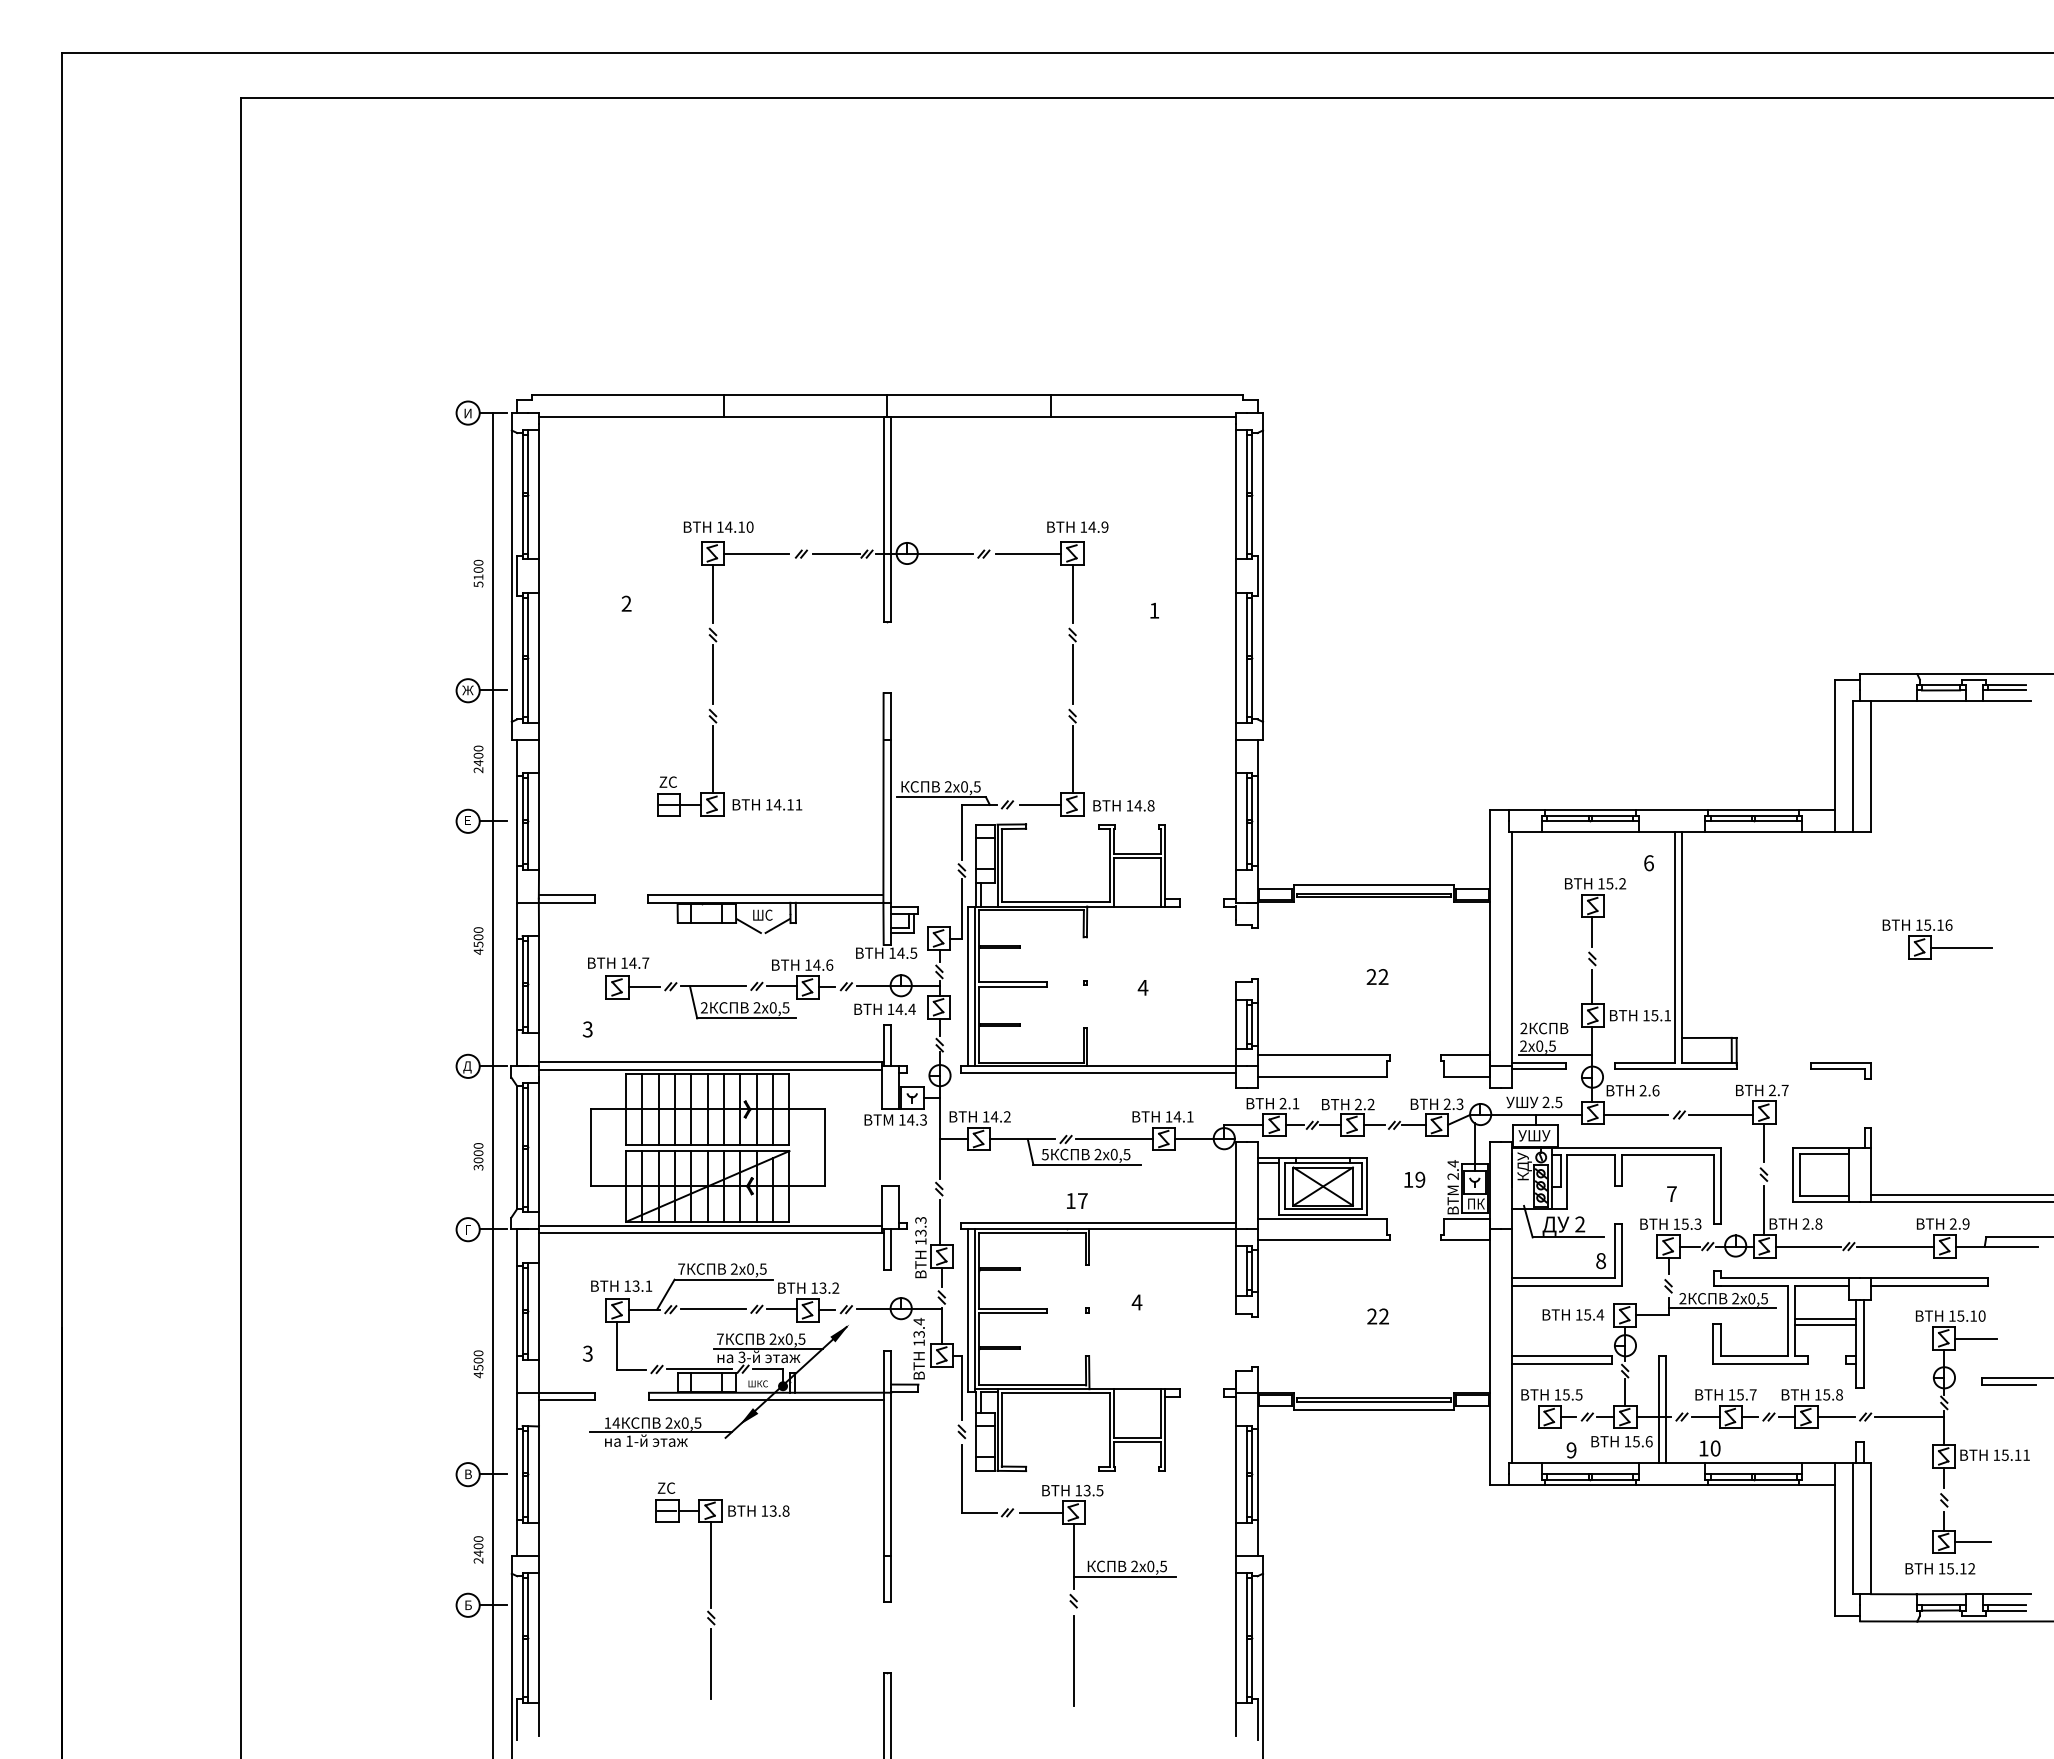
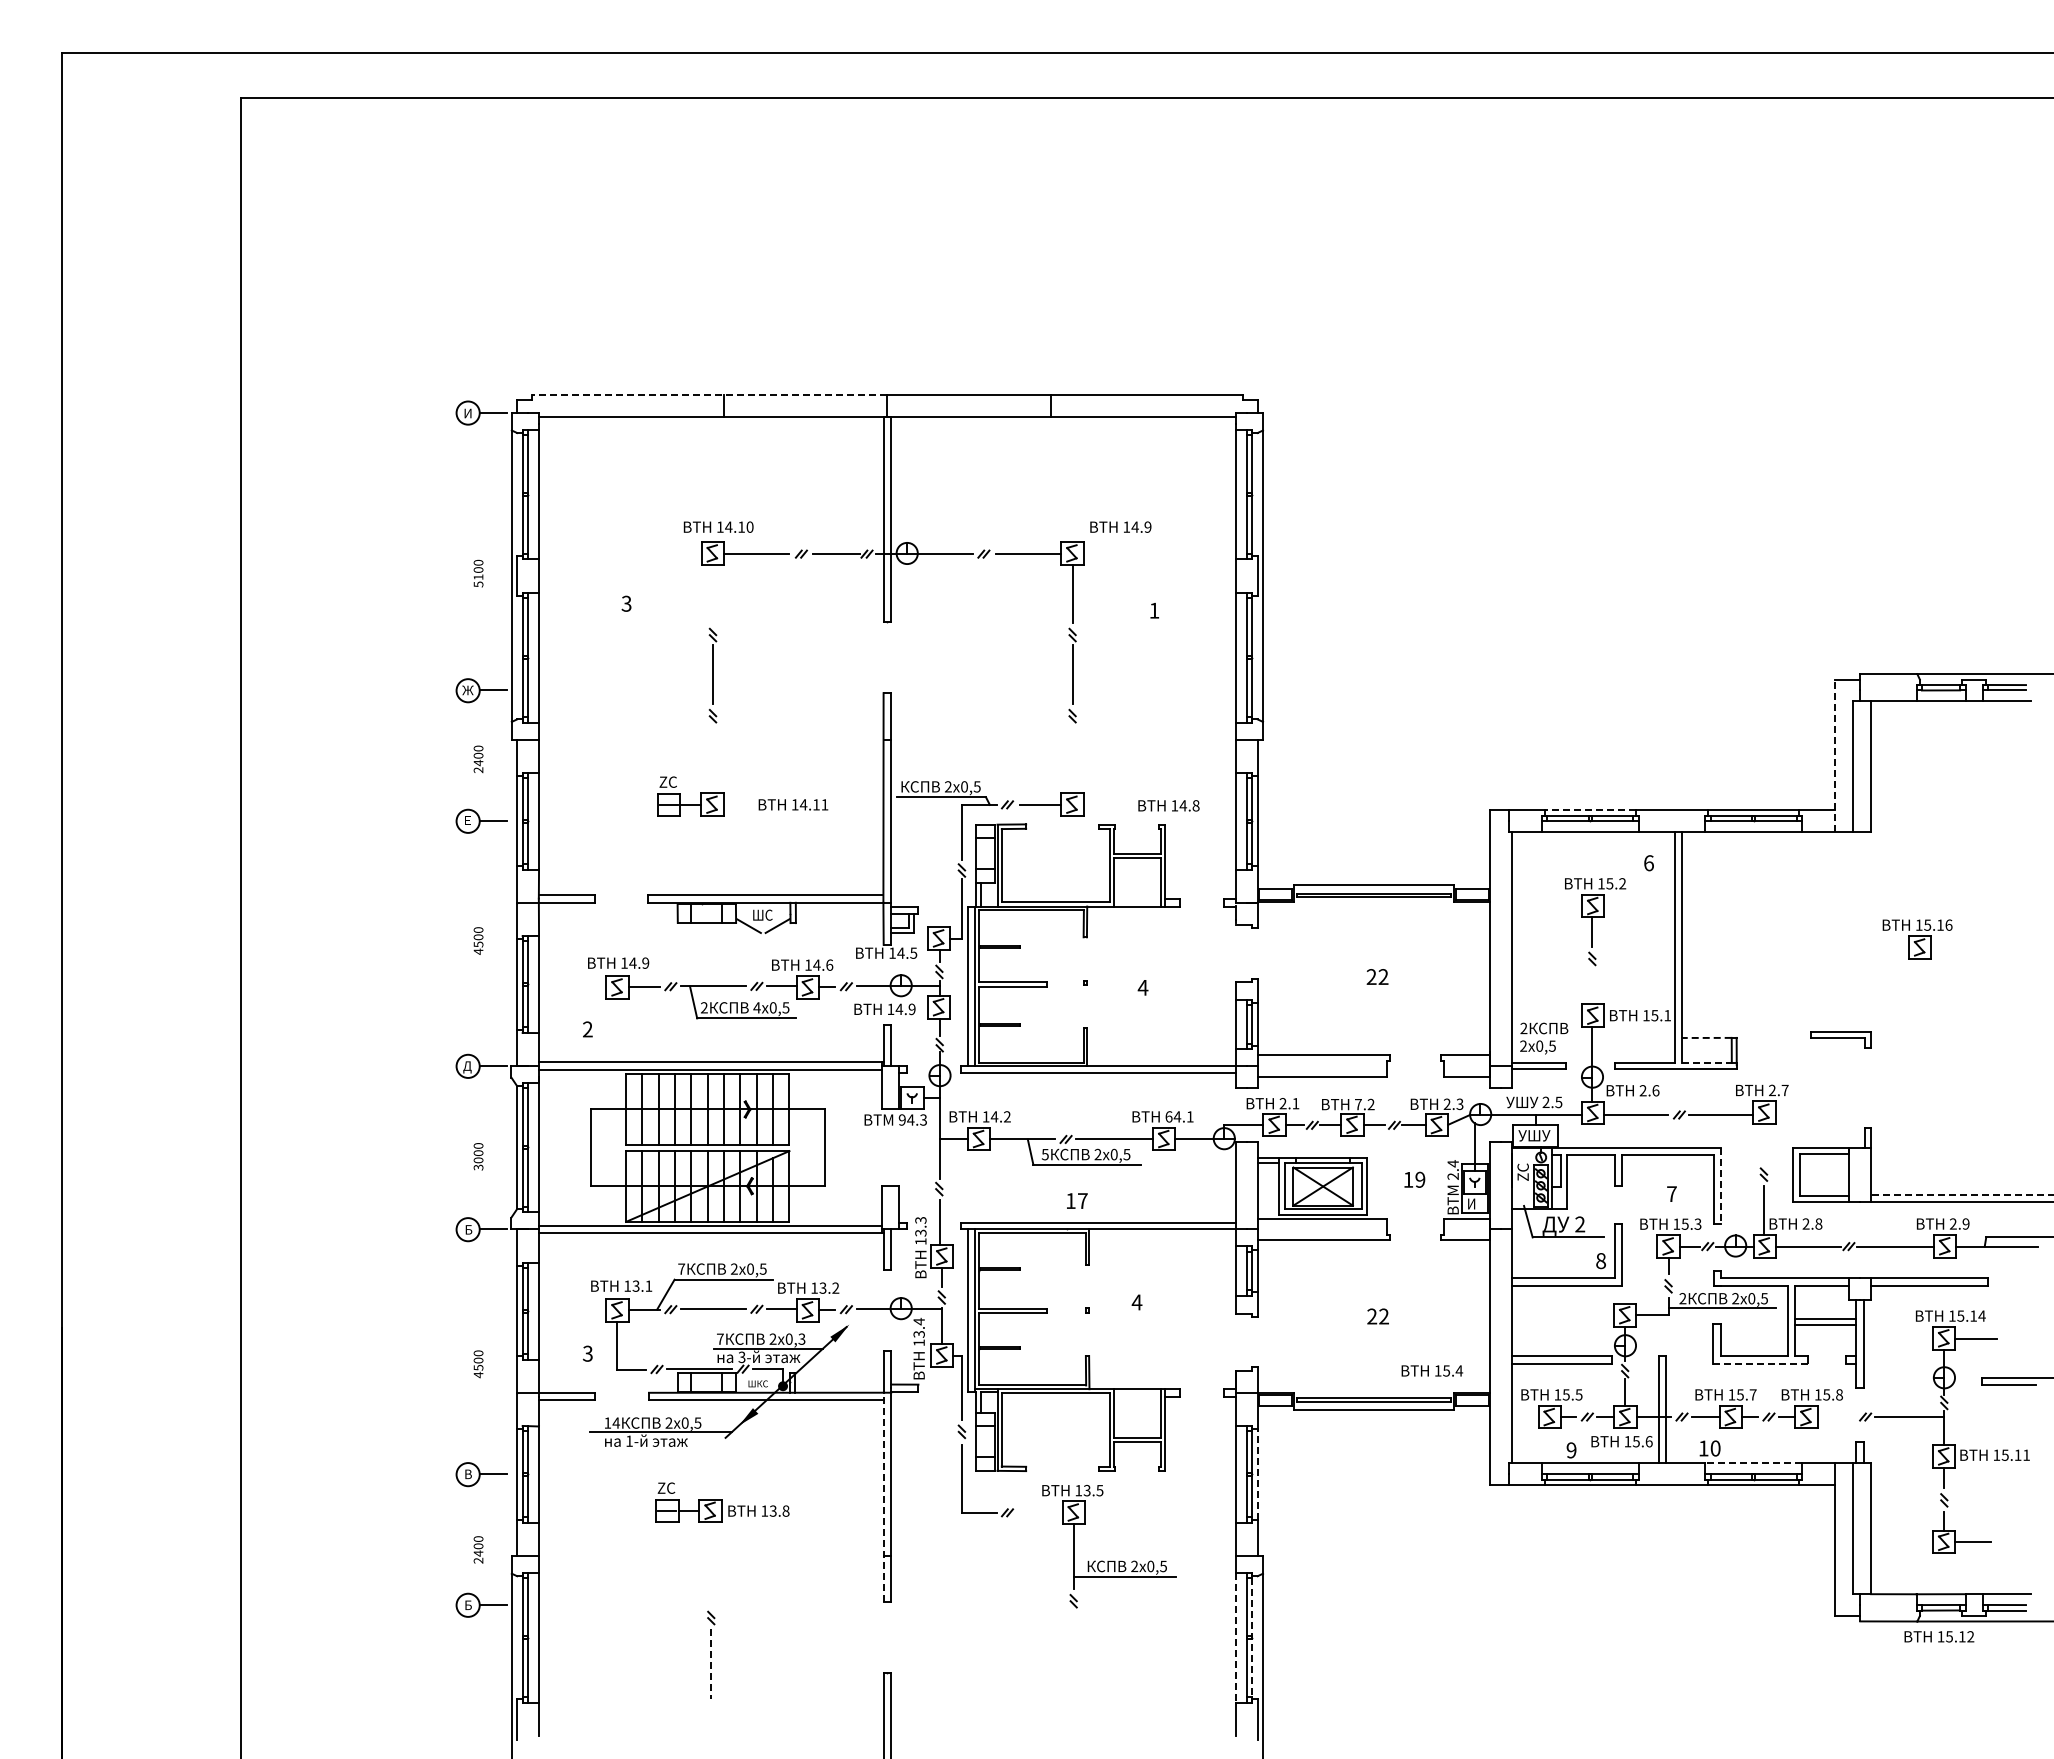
line at (709, 394): solid -> dashed
text at (1077, 526) position: (1077, 526) -> (1120, 526)
line at (712, 593): present -> none
text at (626, 603): 2 -> 3
line at (1835, 755): solid -> dashed
line at (712, 759): present -> none
line at (1072, 759): present -> none
text at (767, 804) position: (767, 804) -> (793, 804)
text at (1123, 805) position: (1123, 805) -> (1168, 805)
line at (1589, 810): solid -> dashed
line at (1961, 948): present -> none
text at (645, 962): 14.7 -> 14.9
line at (1592, 987): present -> none
text at (756, 1007): 2 -> 4
text at (911, 1009): 14.4 -> 14.9
text at (587, 1029): 3 -> 2
line at (1706, 1037): solid -> dashed
line at (1555, 1055): present -> none
line at (1707, 1062): solid -> dashed
part at (1840, 1070) position: (1840, 1070) -> (1840, 1039)
line at (493, 1083): present -> none
text at (1358, 1104): 2.2 -> 7.2
text at (1168, 1116): 14.1 -> 64.1
text at (901, 1119): 14.3 -> 94.3
line at (1763, 1142): present -> none
text at (1524, 1166): КДУ -> ZC
line at (1721, 1186): solid -> dashed
line at (1962, 1195): solid -> dashed
text at (1476, 1203): ПК -> И
text at (468, 1229): Г -> Б
text at (1573, 1314) position: (1573, 1314) -> (1432, 1370)
text at (1981, 1315): 15.10 -> 15.14
text at (801, 1338): 0,5 -> 0,3
line at (1761, 1363): solid -> dashed
line at (1835, 1417): present -> none
line at (1753, 1463): solid -> dashed
line at (1257, 1473): solid -> dashed
line at (883, 1497): solid -> dashed
line at (1040, 1512): present -> none
line at (711, 1564): present -> none
text at (1940, 1568) position: (1940, 1568) -> (1939, 1636)
line at (1235, 1637): solid -> dashed
line at (1252, 1638): solid -> dashed
line at (1073, 1661): present -> none
line at (711, 1664): solid -> dashed
